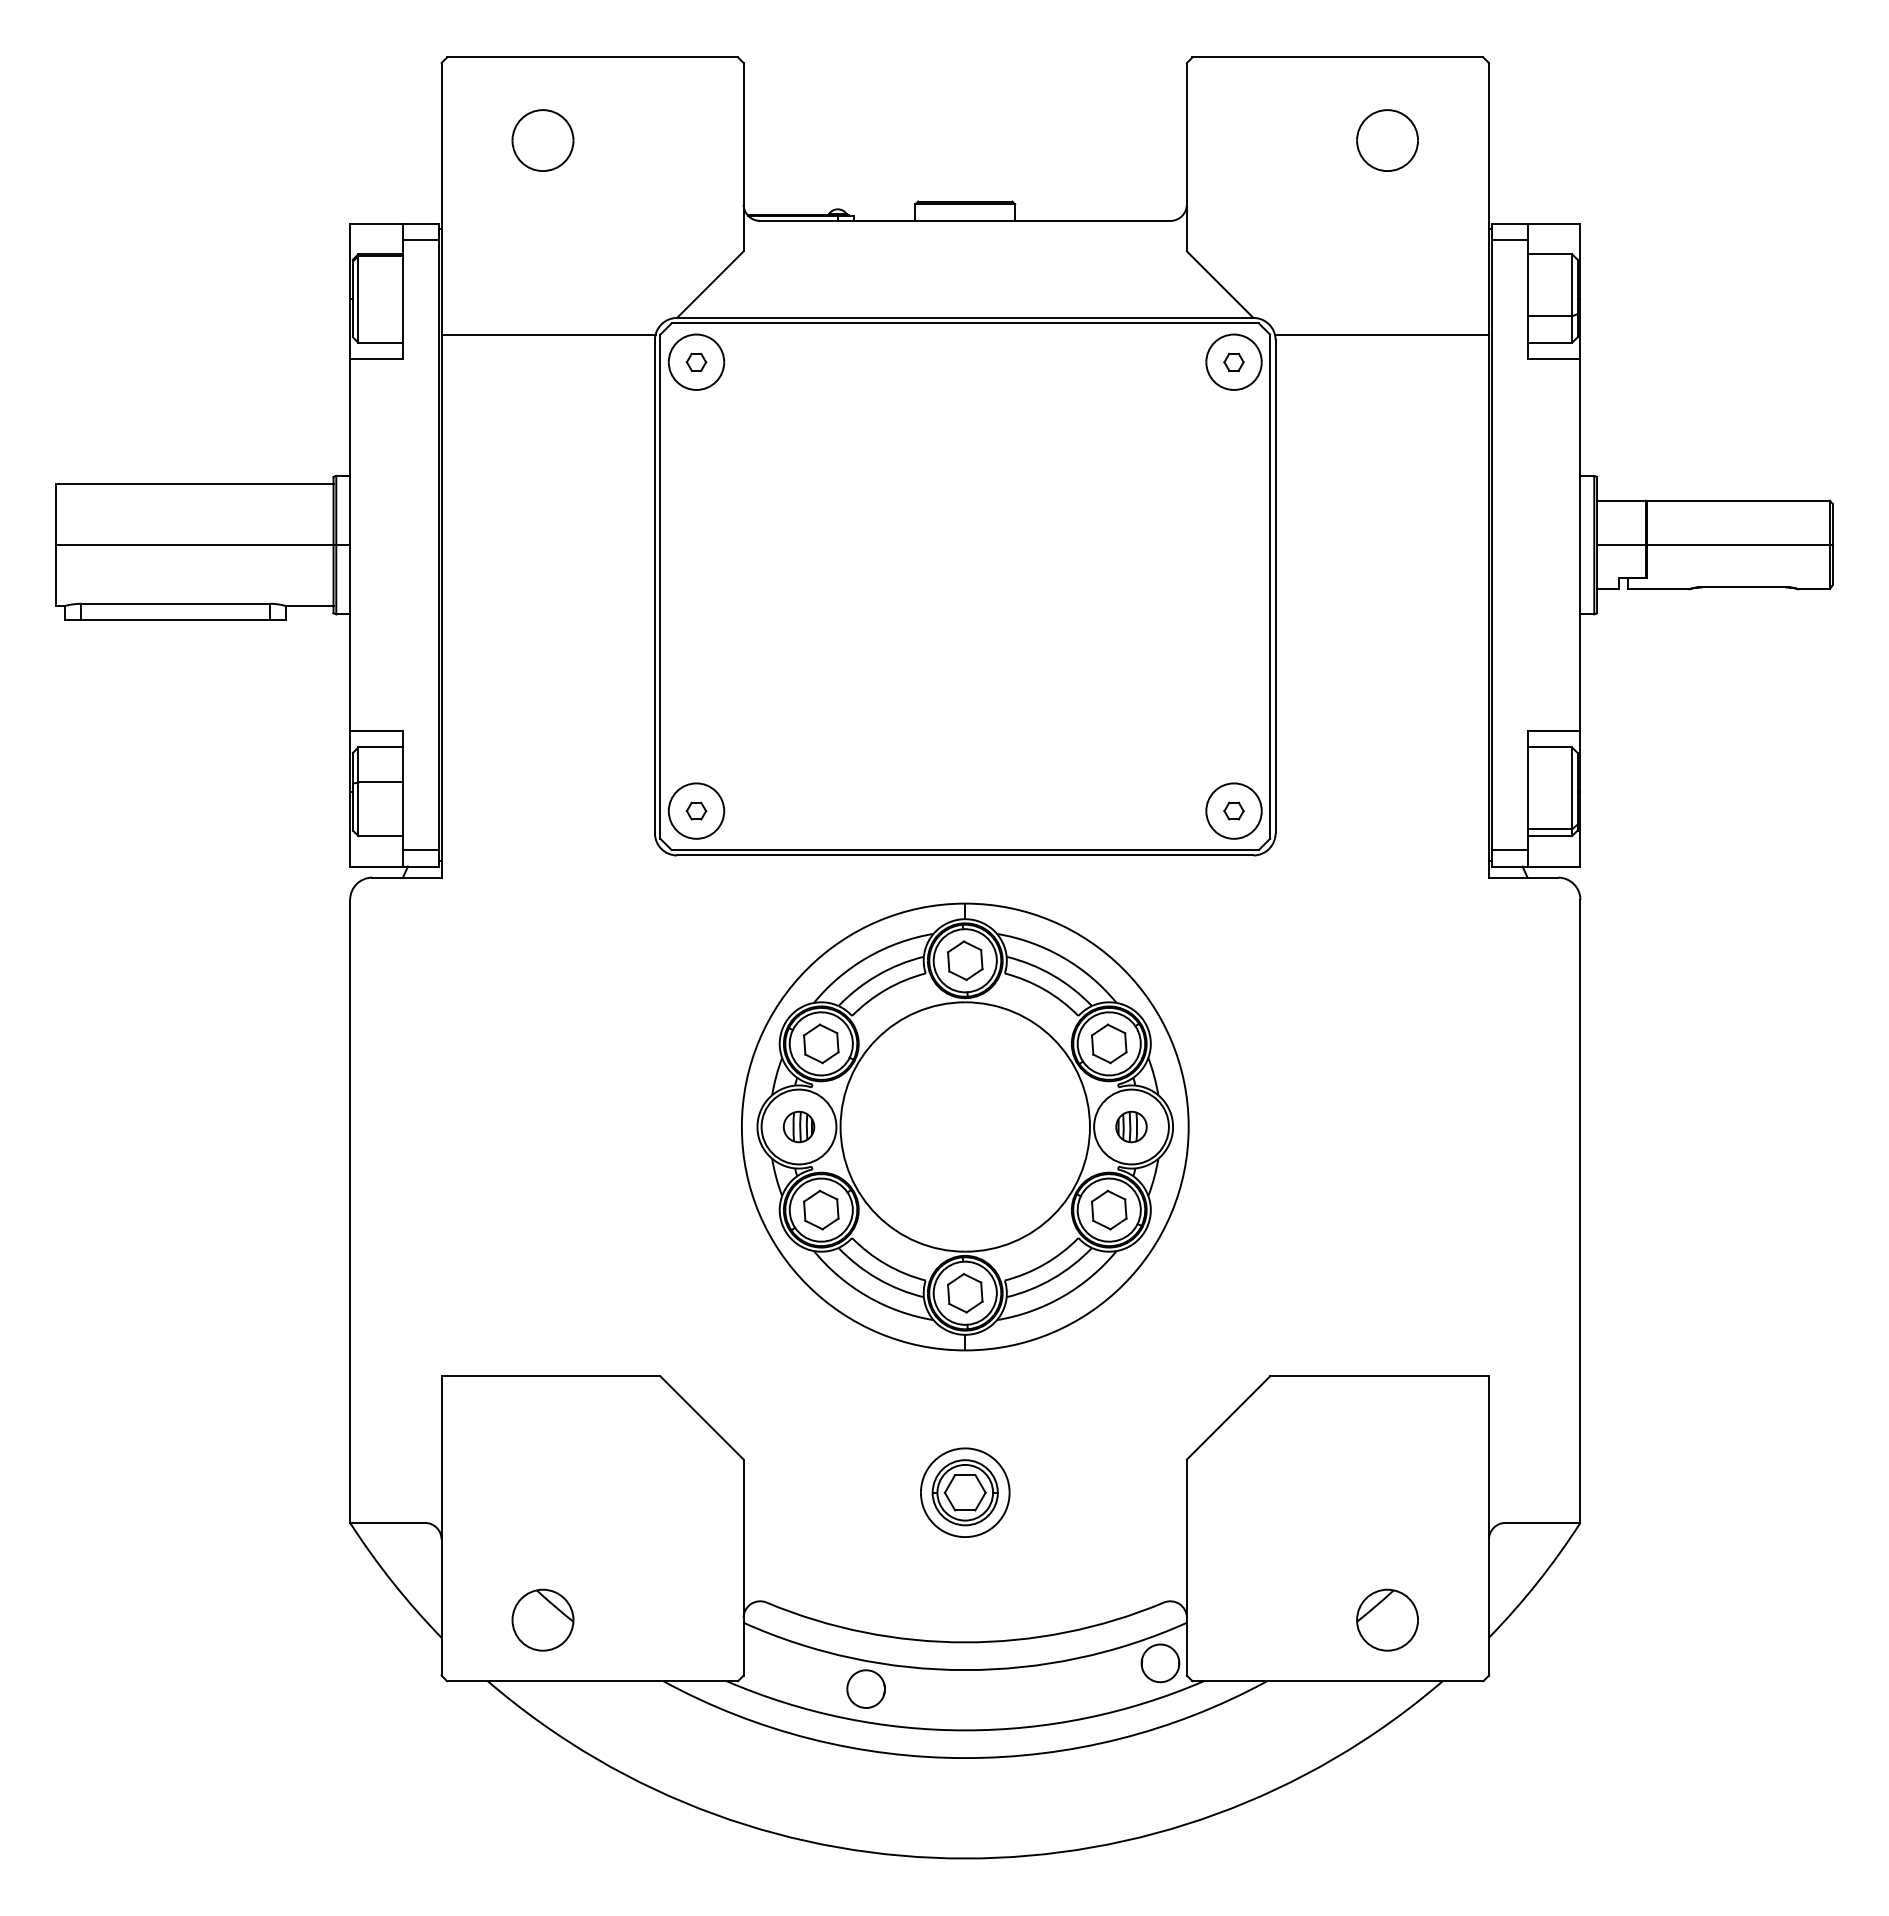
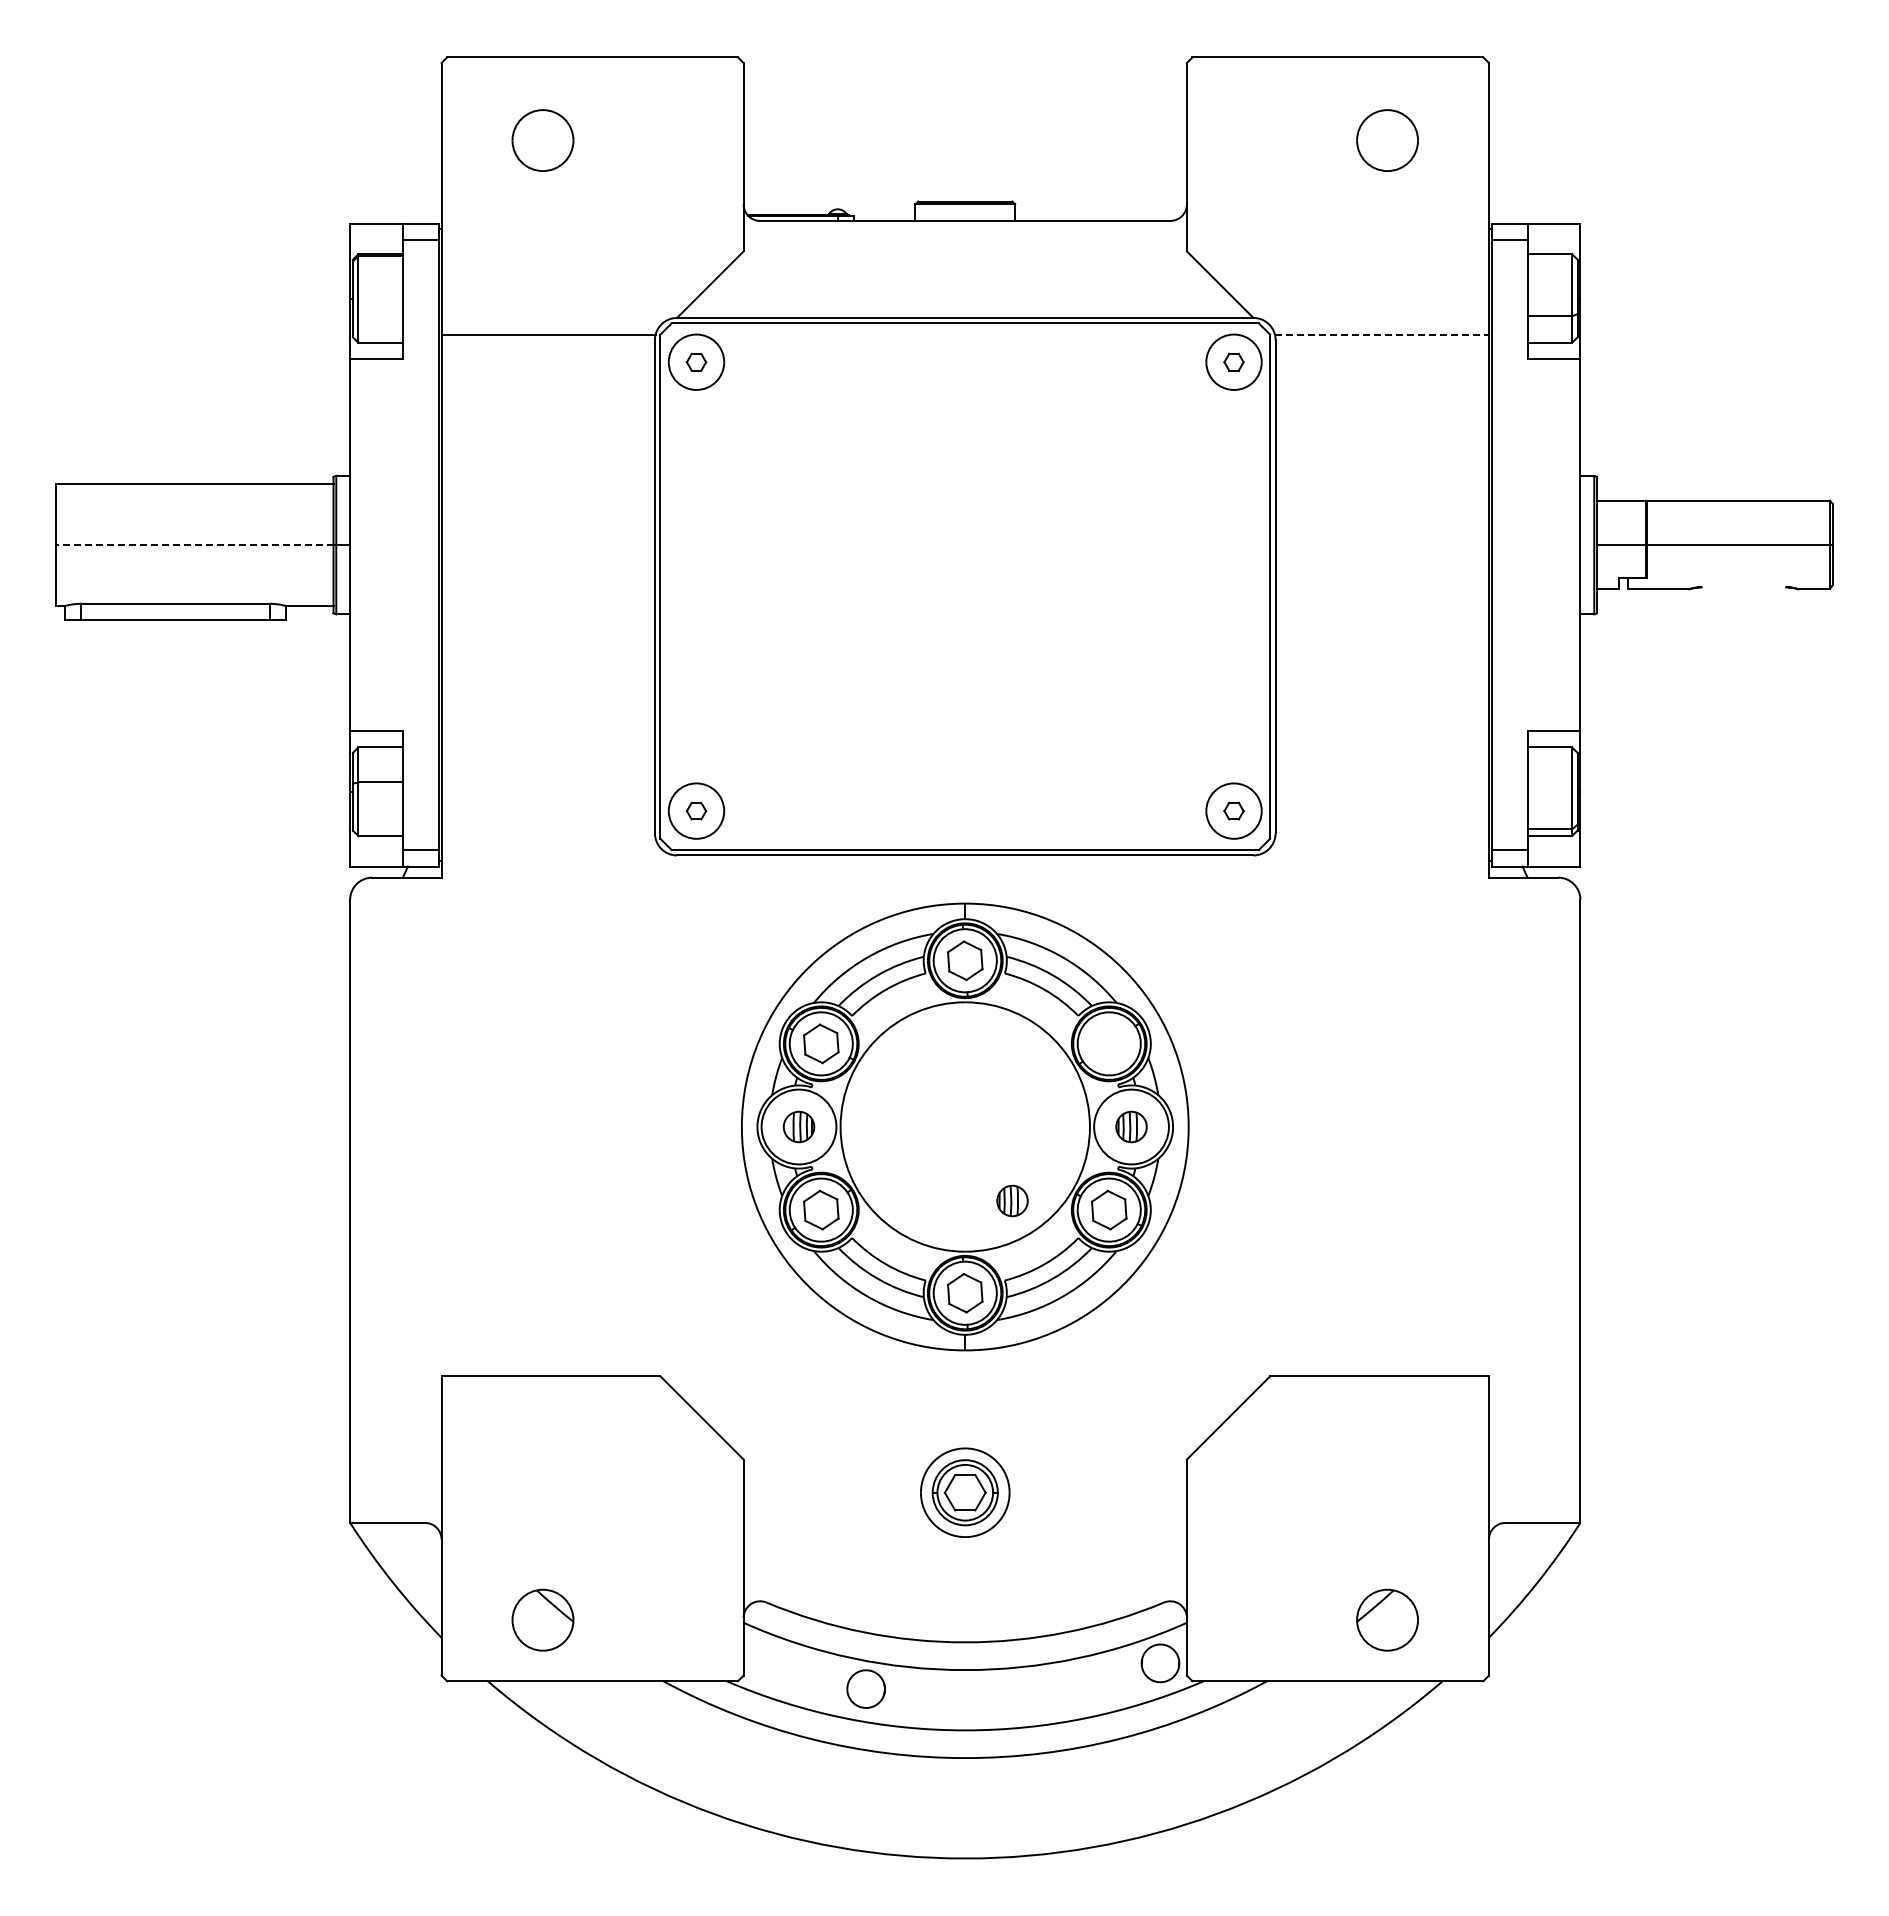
line at (1382, 334): solid -> dashed
line at (194, 545): solid -> dashed
line at (1743, 587): present -> none
part at (1109, 1043): present -> none
part at (1012, 1200): none -> present
